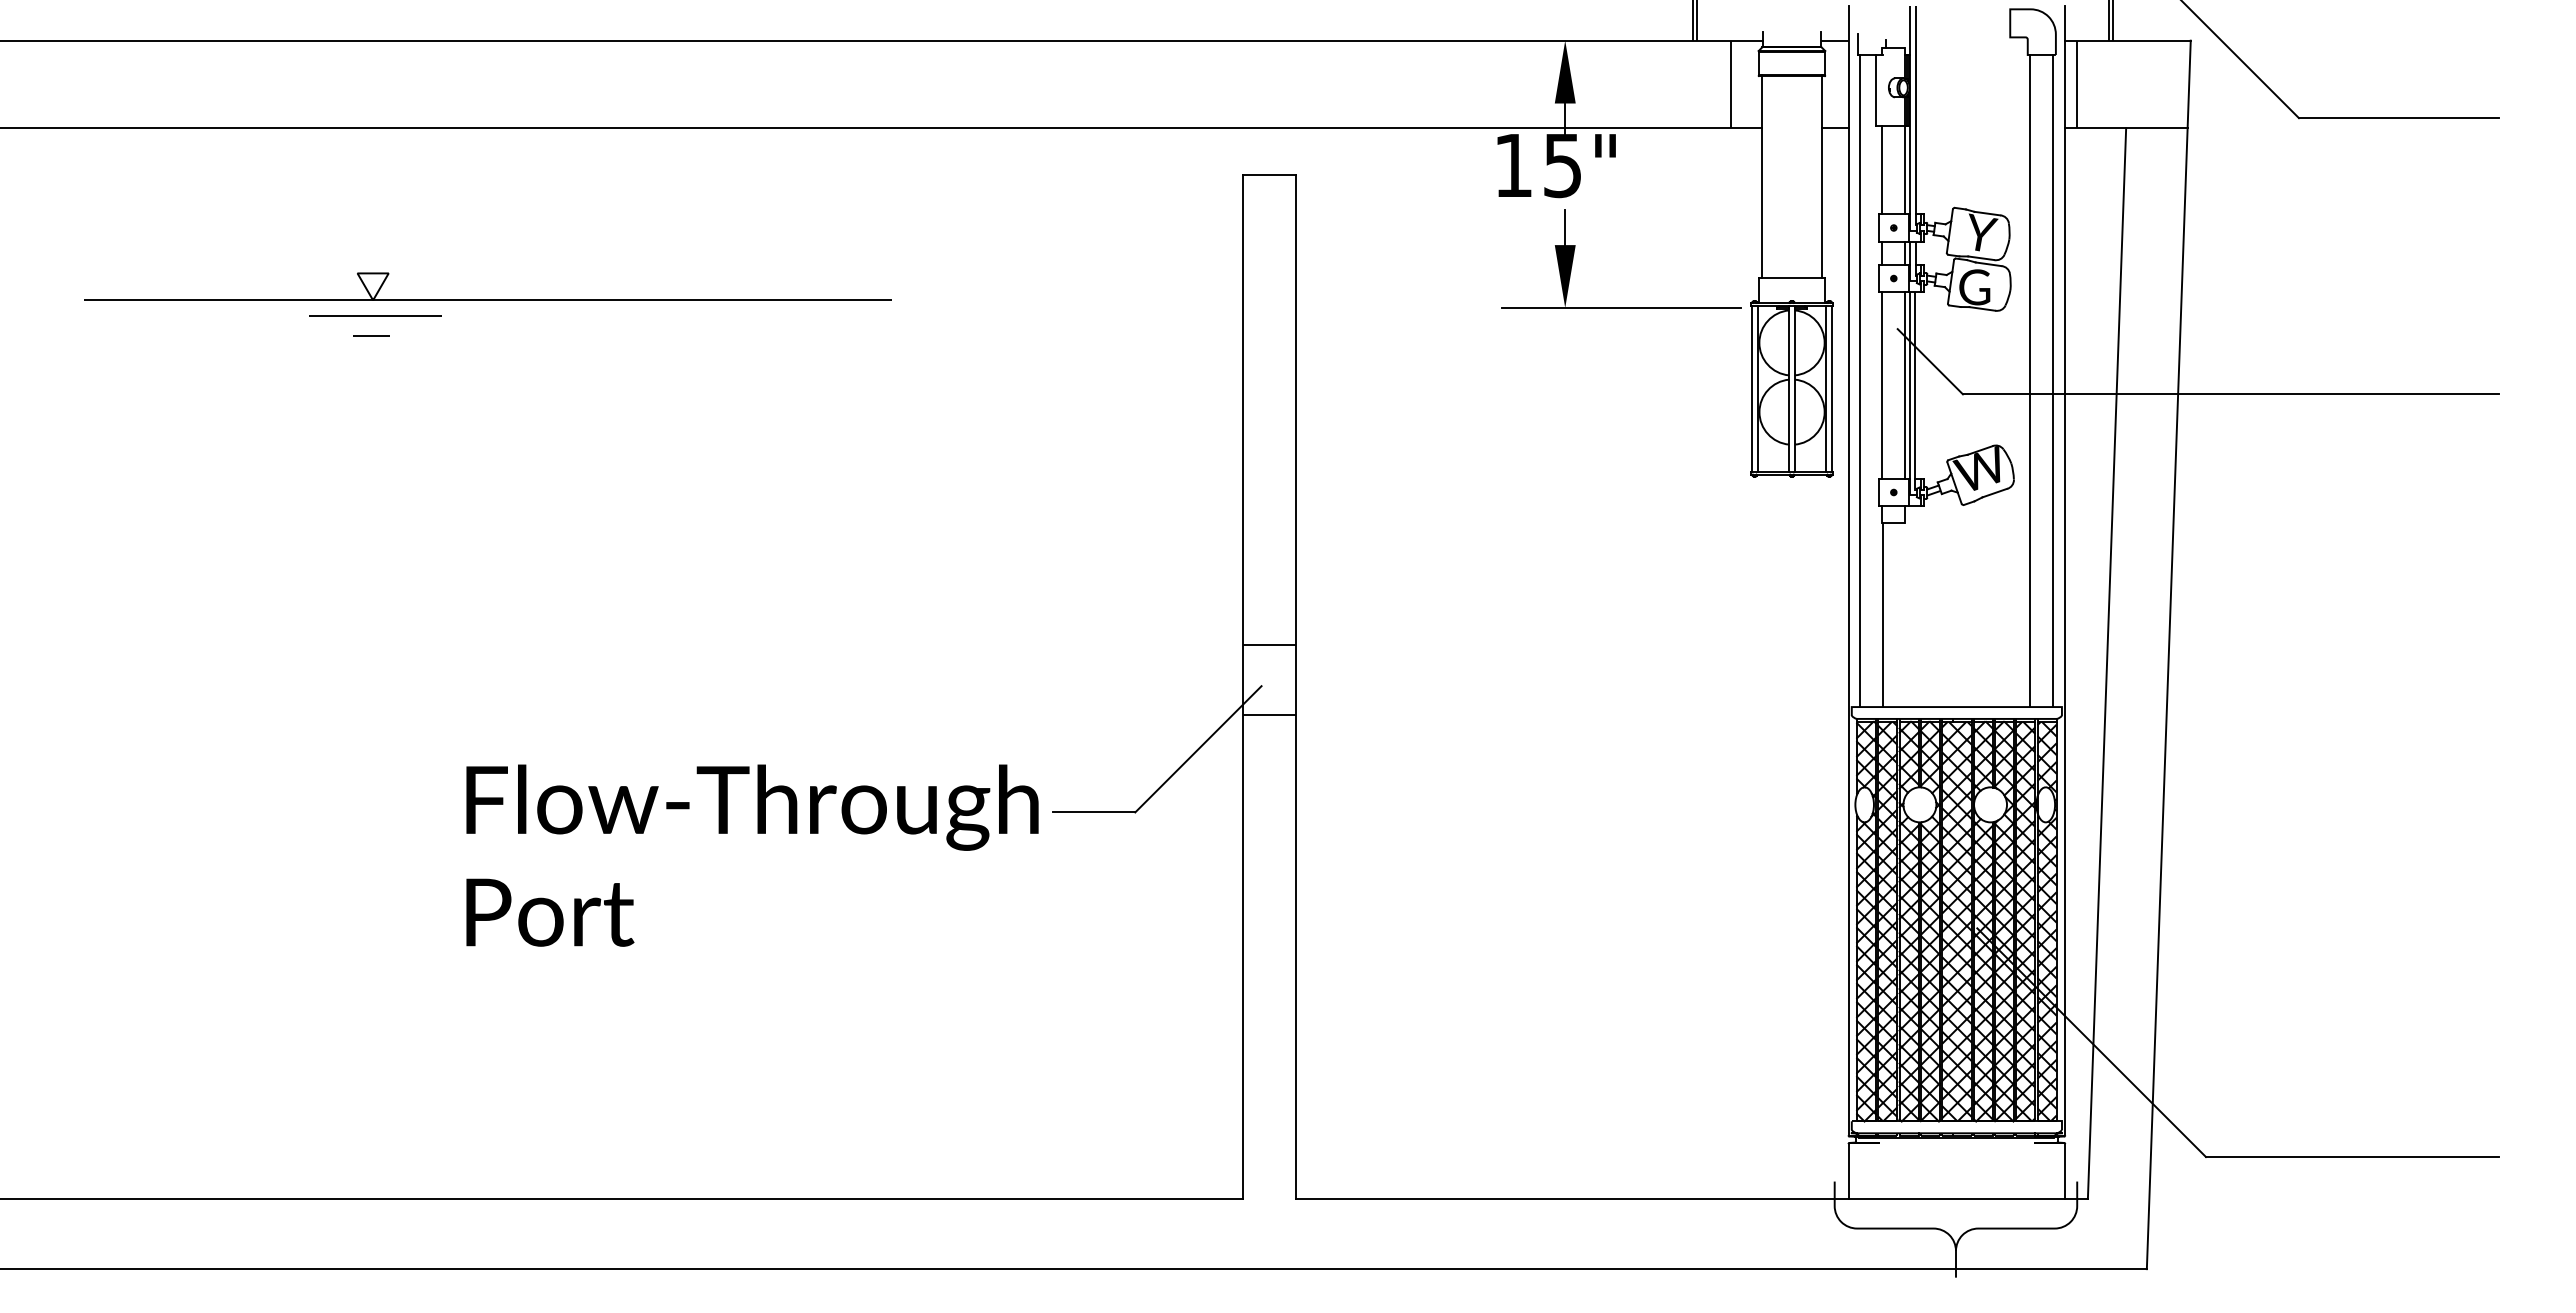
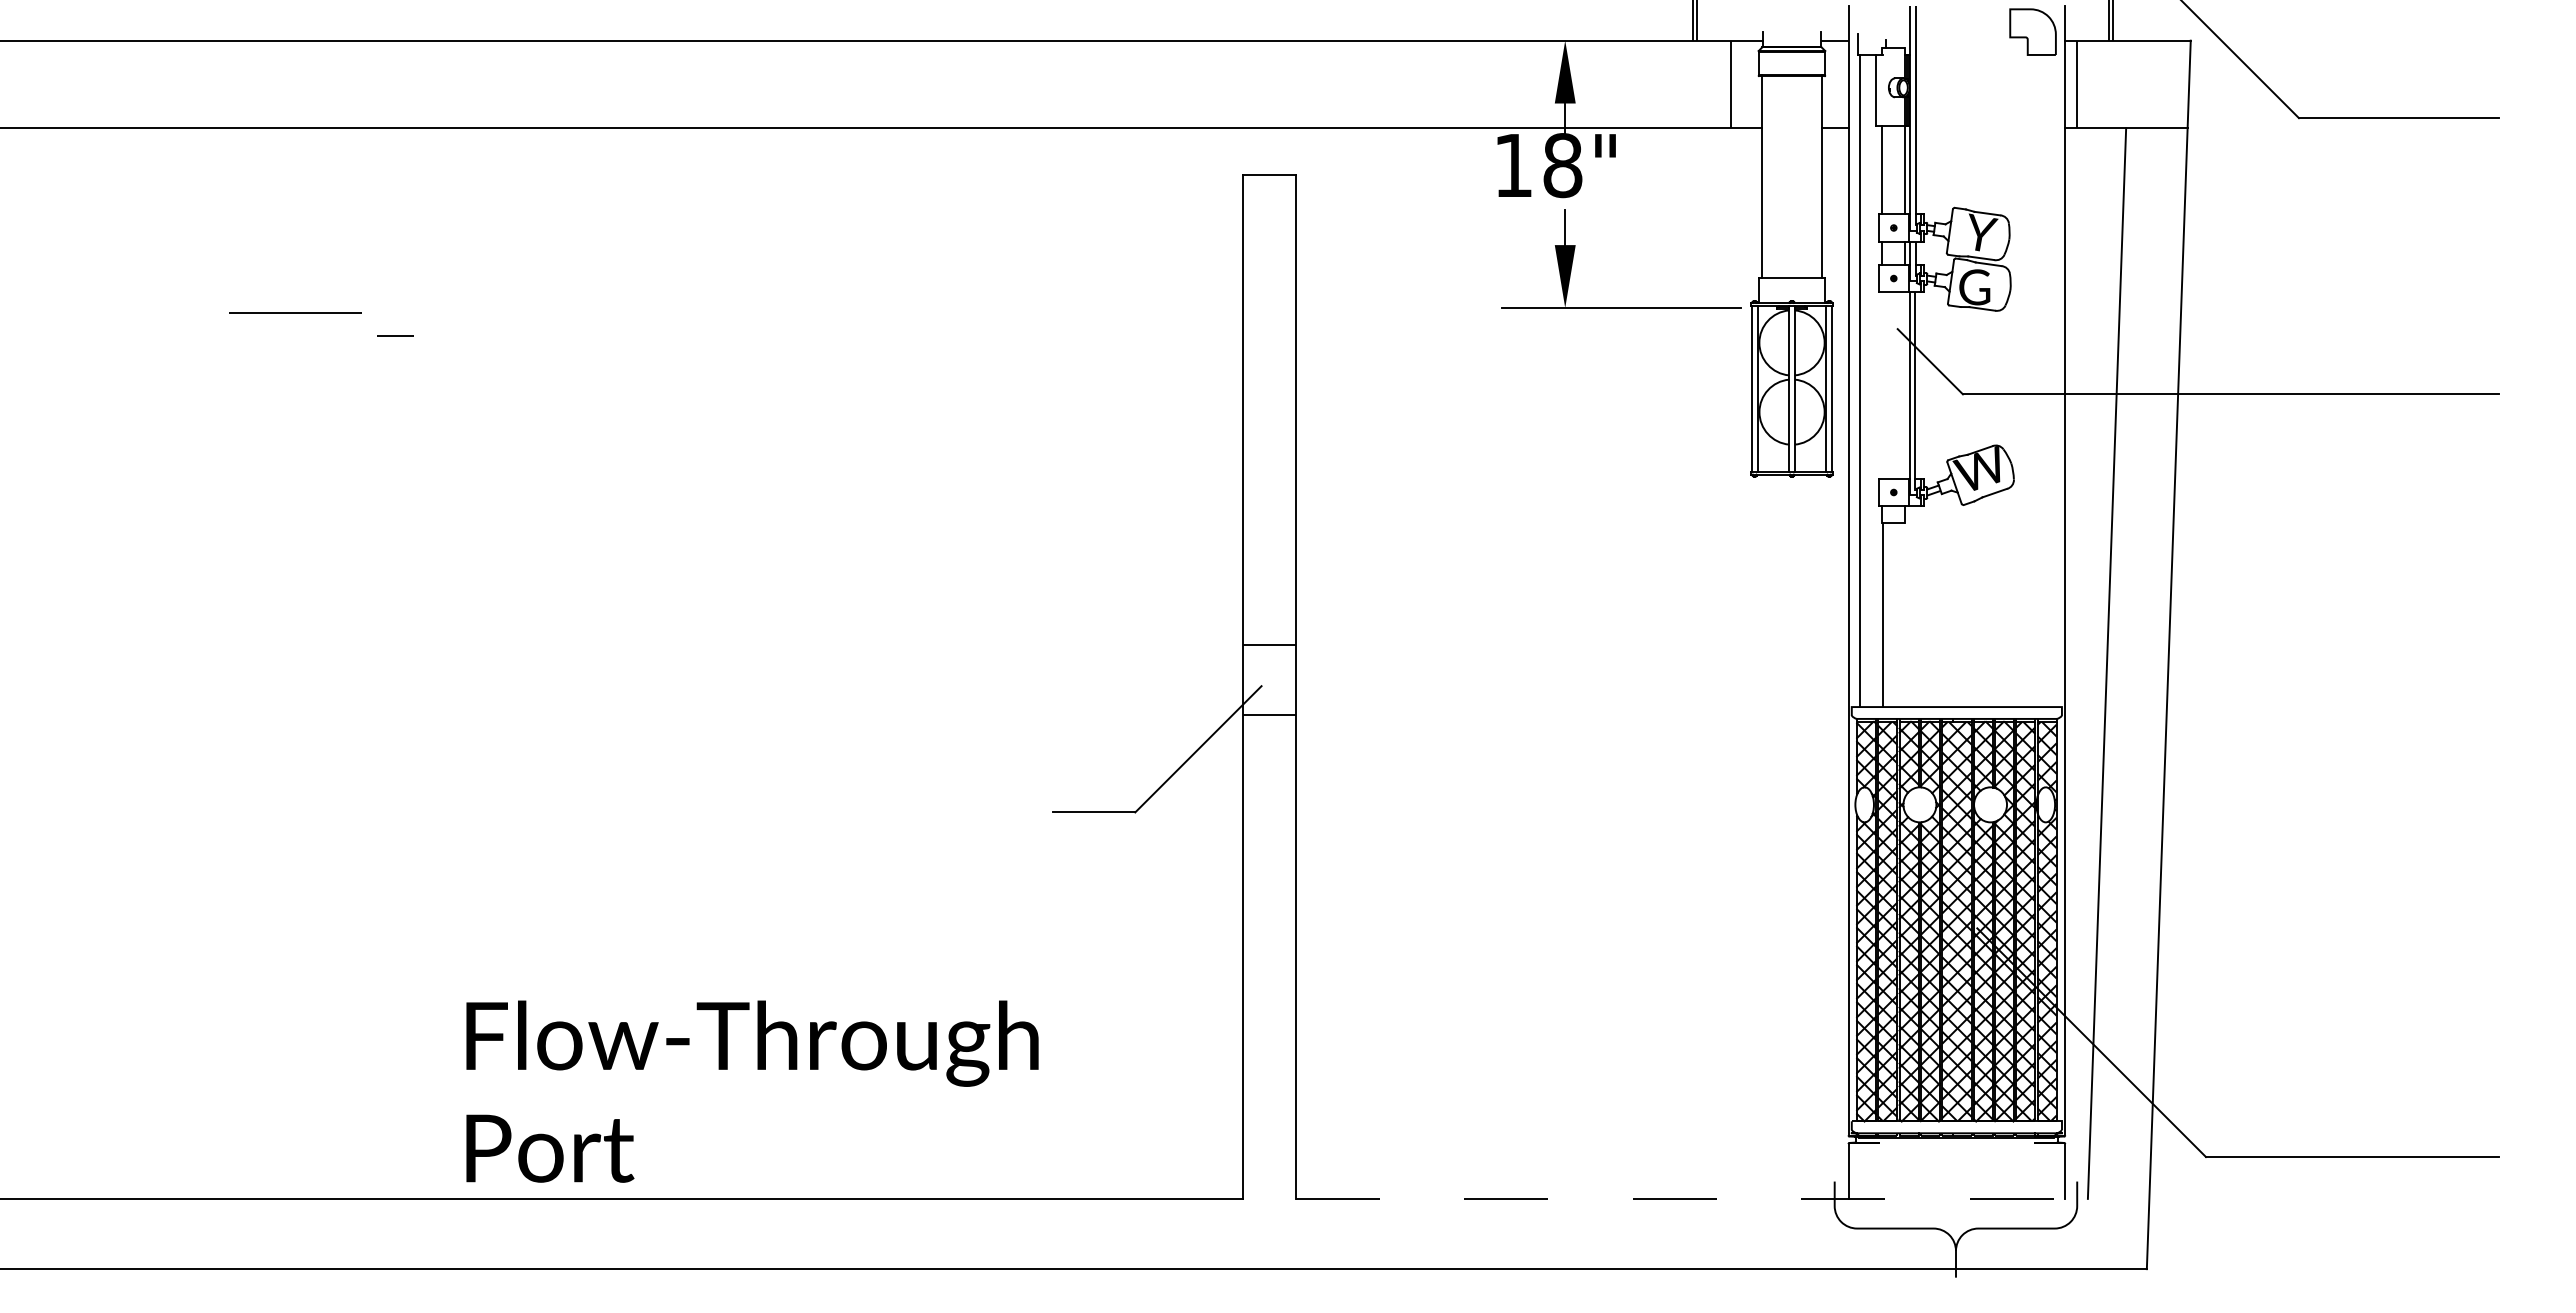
text at (1562, 165): 15" -> 18"
part at (487, 299): present -> none
line at (375, 315) position: (375, 315) -> (295, 312)
line at (371, 335) position: (371, 335) -> (395, 335)
line at (2030, 380): present -> none
line at (2053, 380): present -> none
line at (1882, 385): present -> none
line at (1905, 385): present -> none
text at (752, 855) position: (752, 855) -> (752, 1091)
line at (1692, 1198): solid -> dashed
